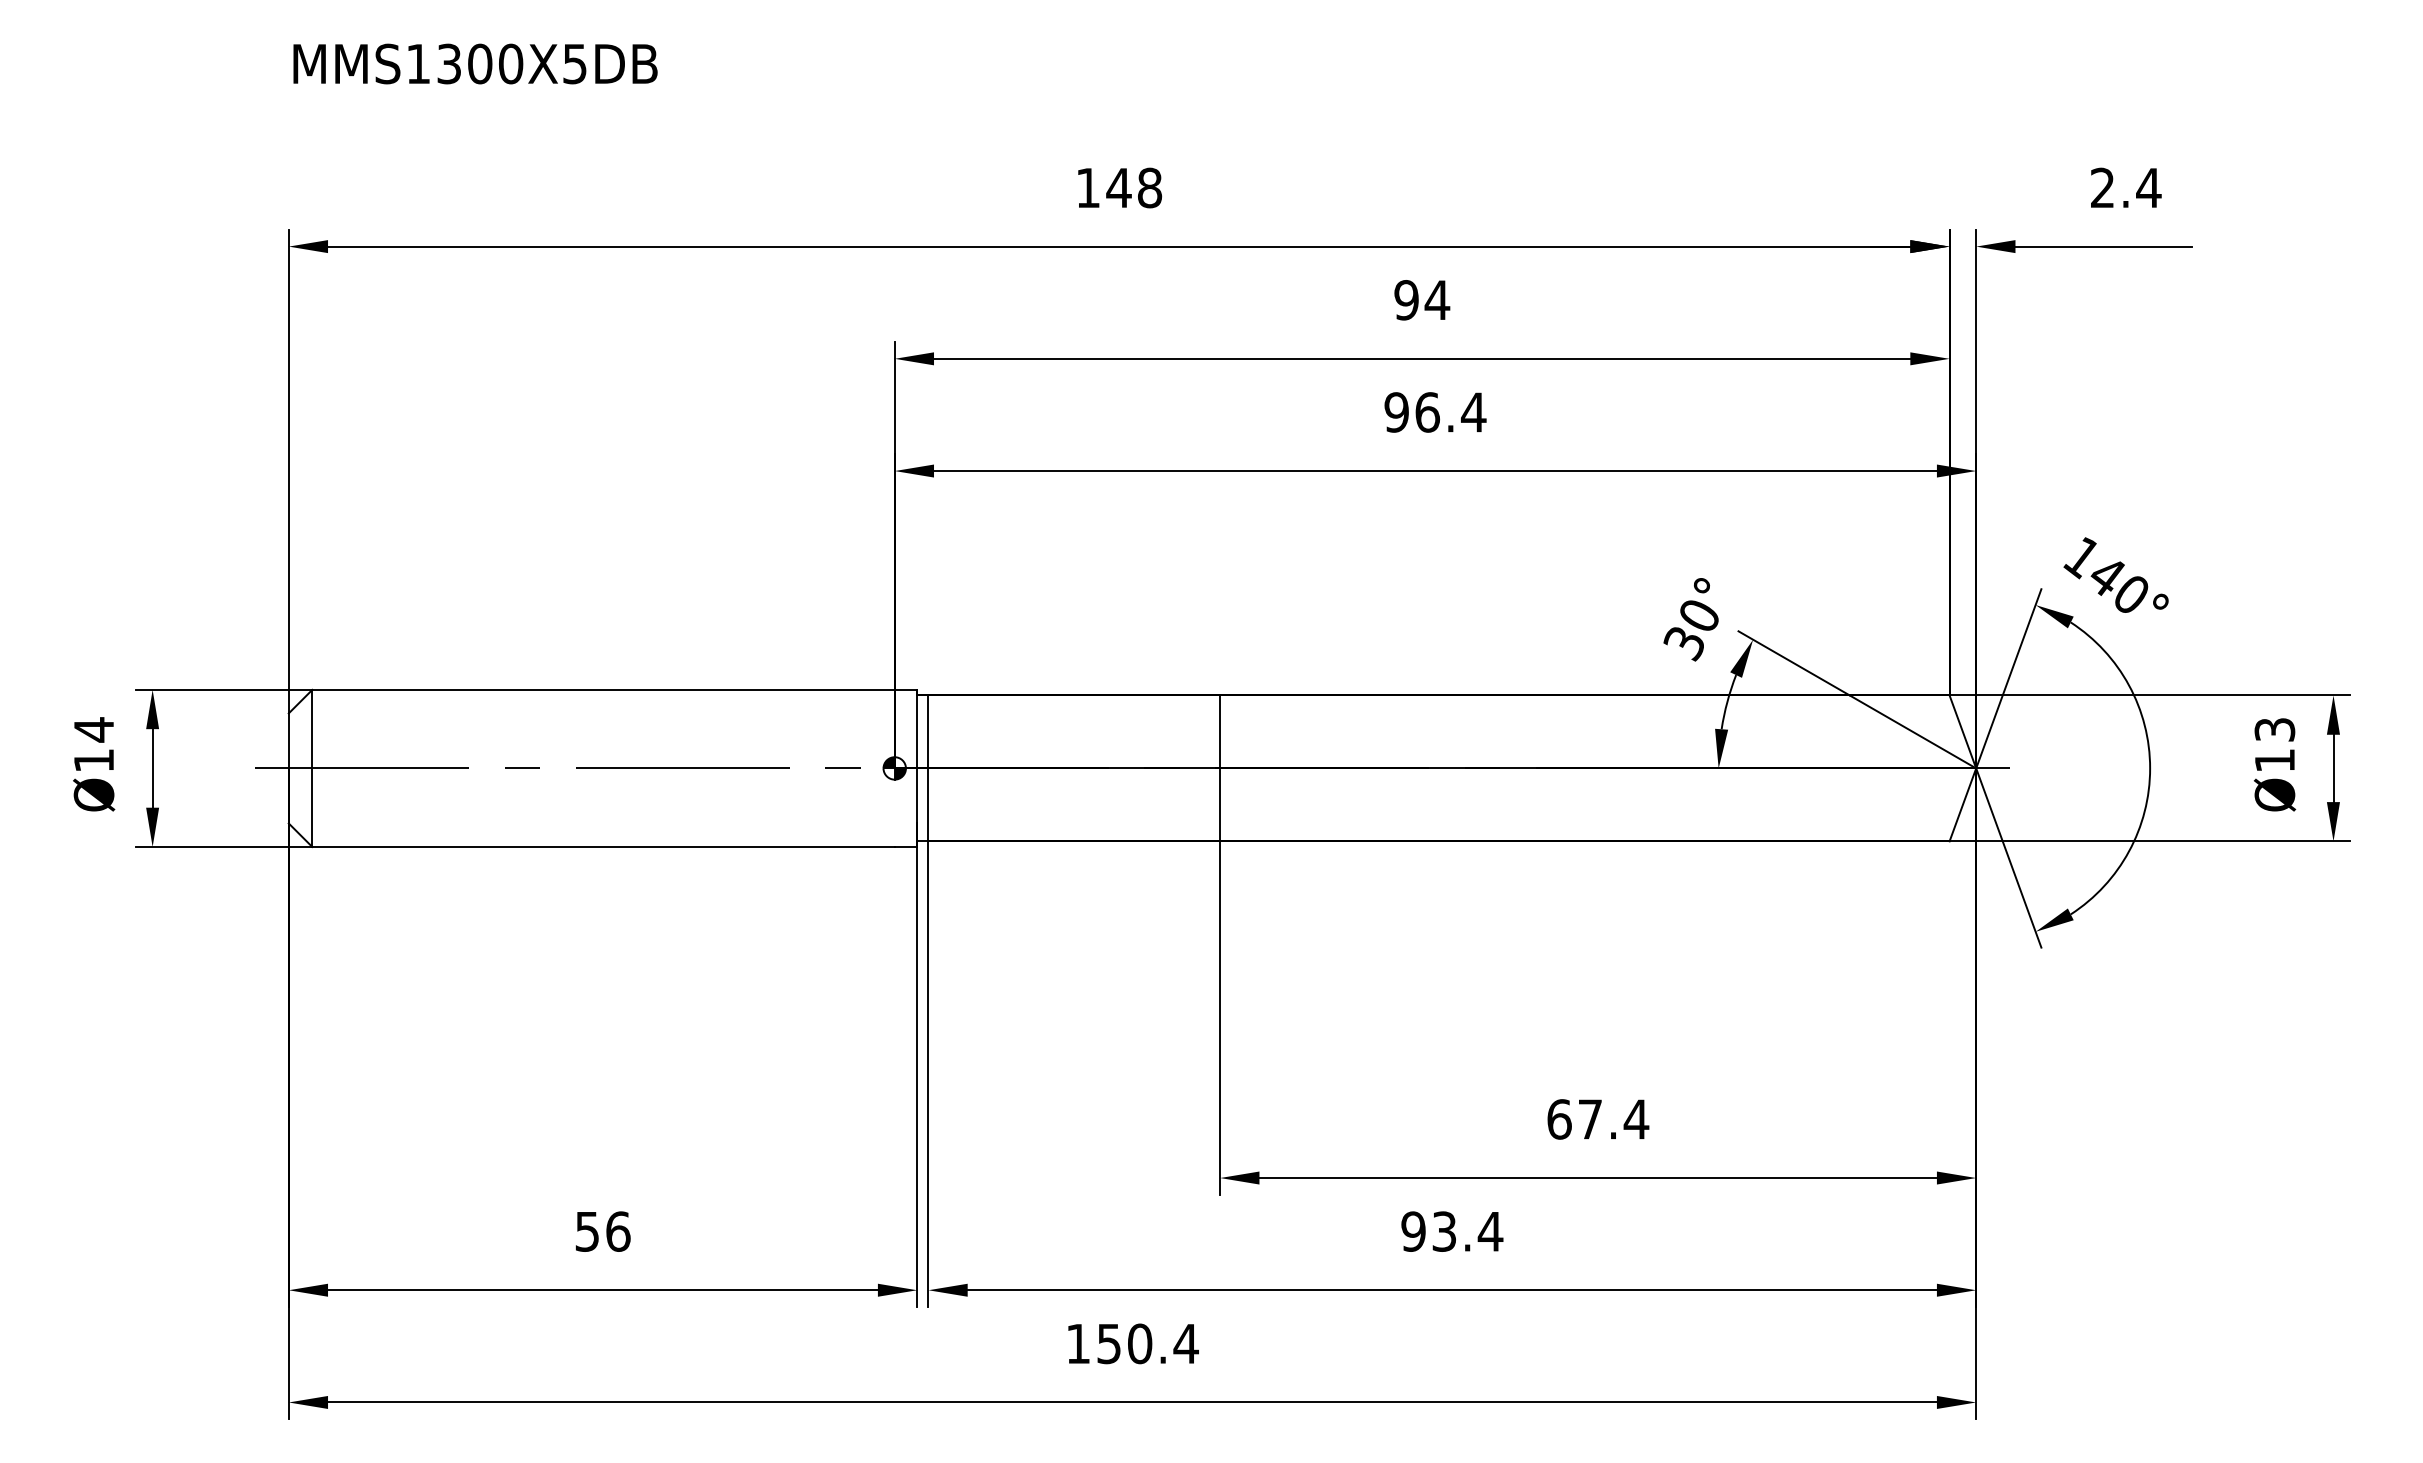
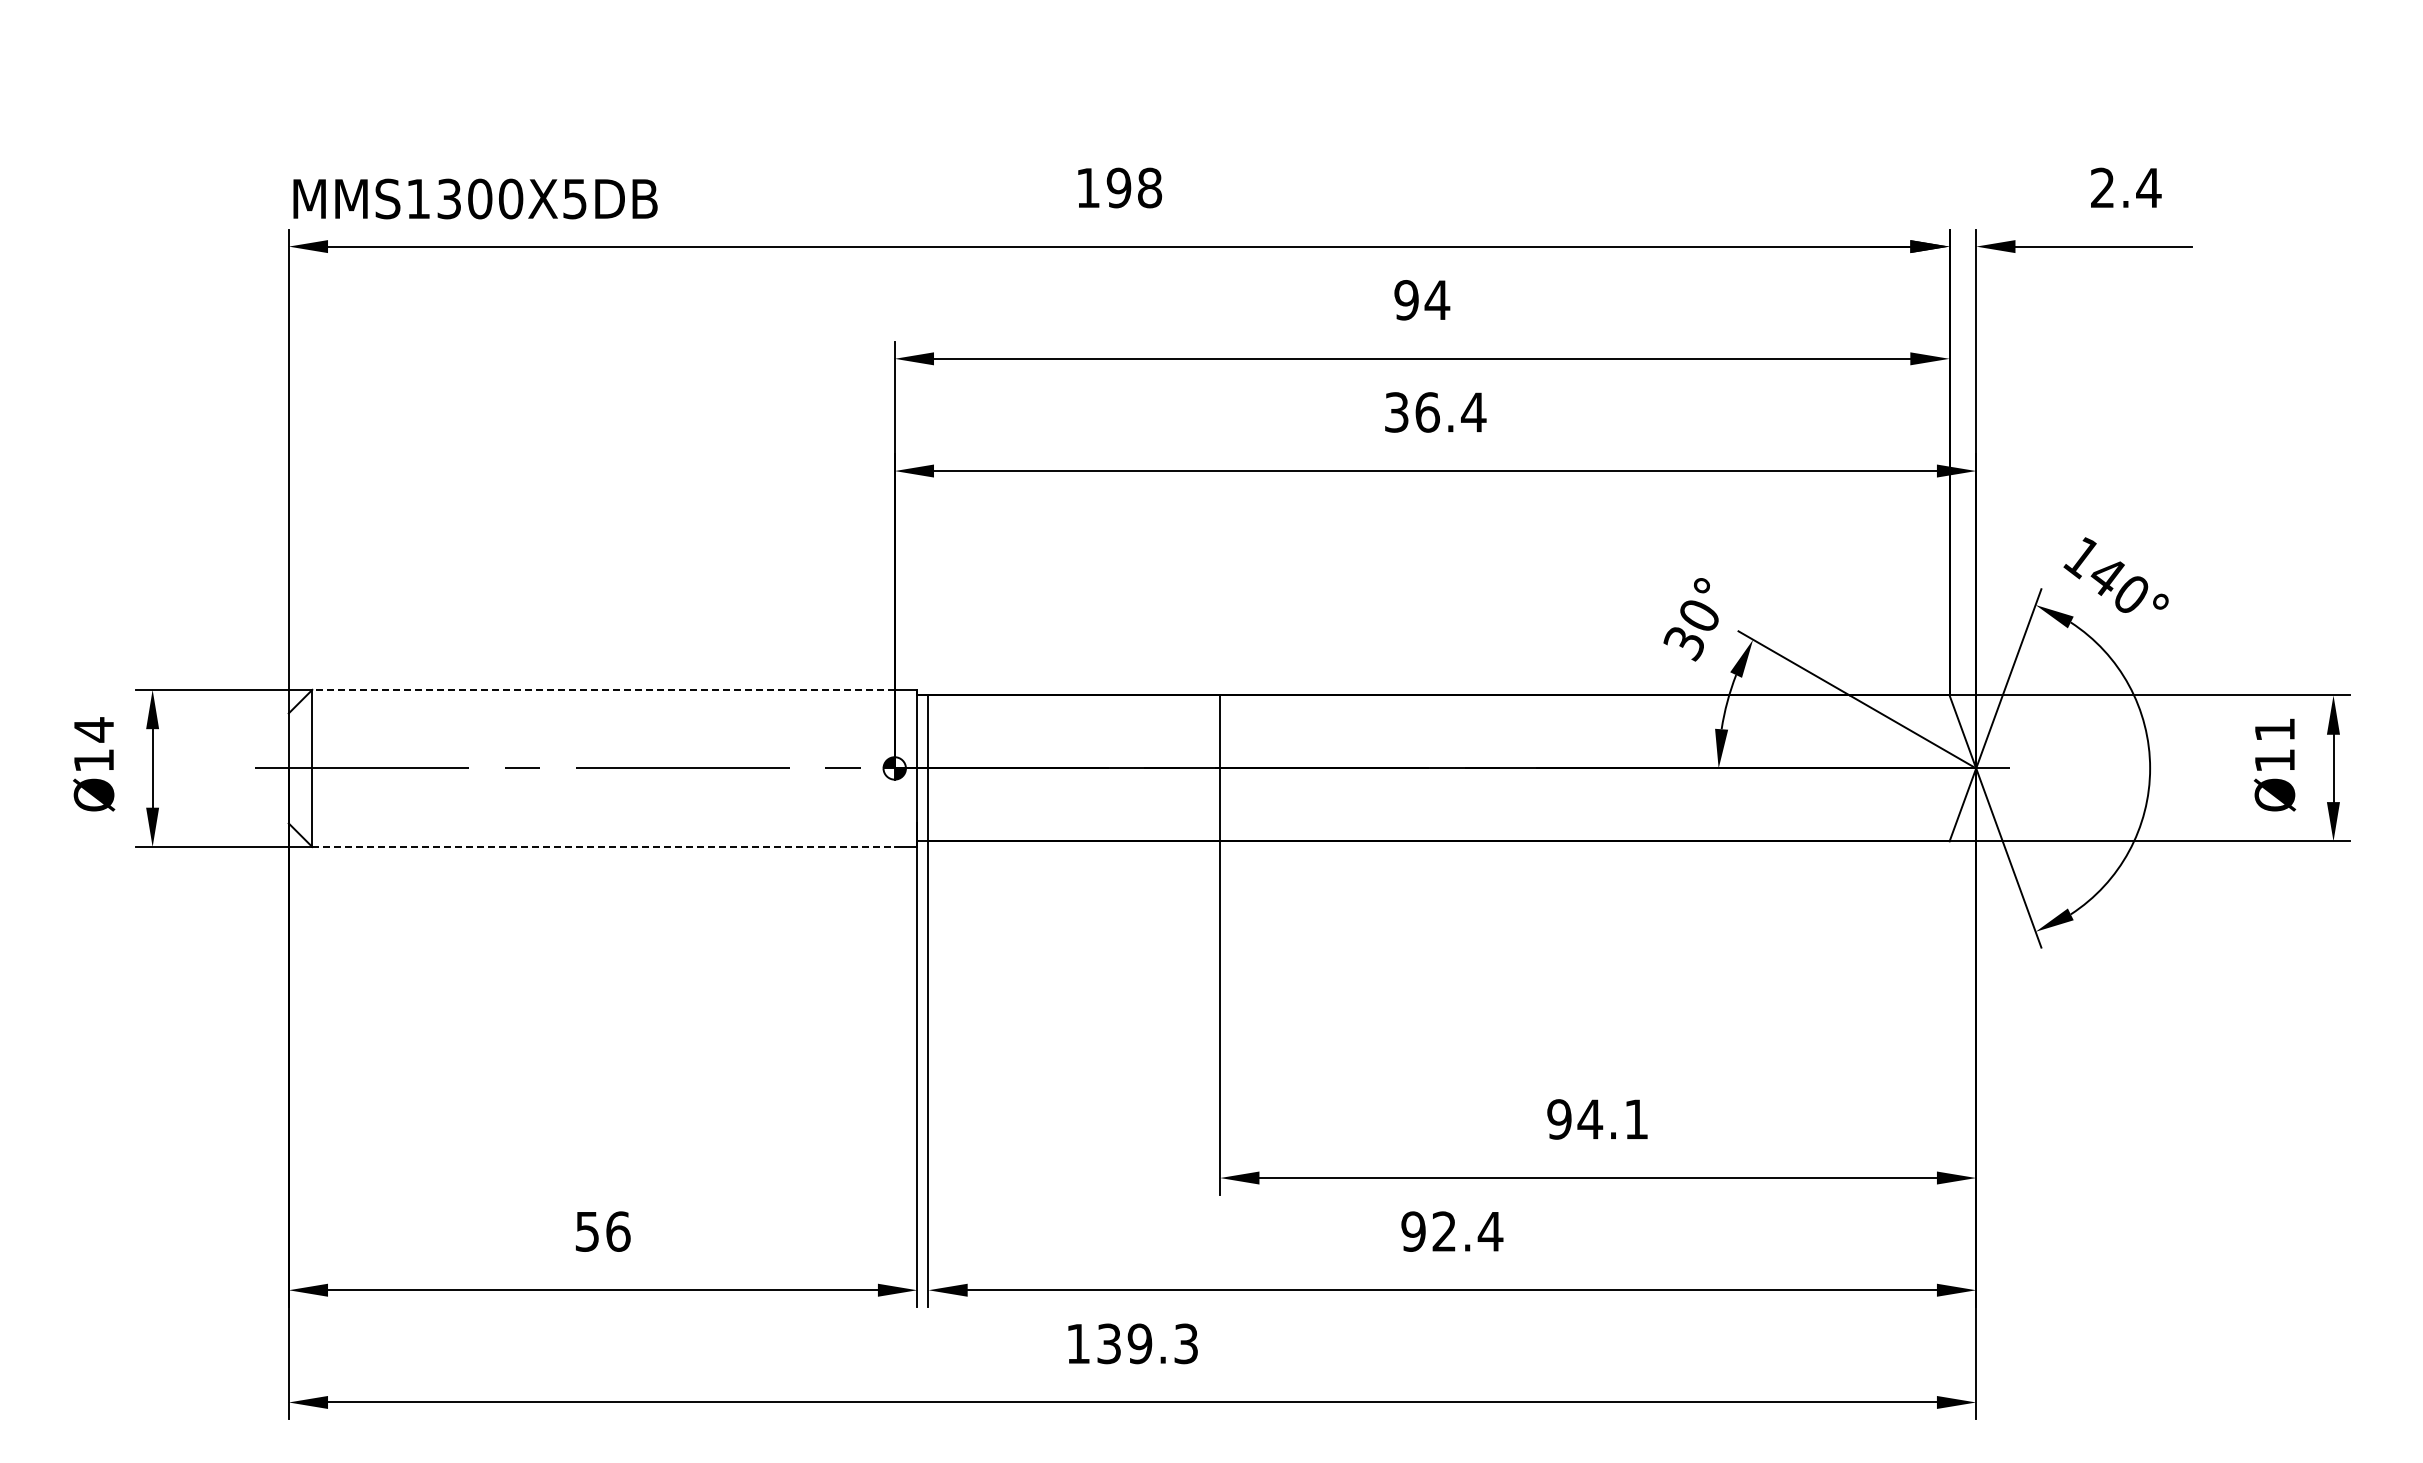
text at (475, 63) position: (475, 63) -> (475, 198)
text at (1118, 187): 148 -> 198
text at (1396, 412): 96.4 -> 36.4
line at (603, 689): solid -> dashed
text at (2274, 729): Ø13 -> Ø11
line at (604, 846): solid -> dashed
text at (1598, 1119): 67.4 -> 94.1
text at (1443, 1231): 93.4 -> 92.4
text at (1148, 1343): 150.4 -> 139.3
